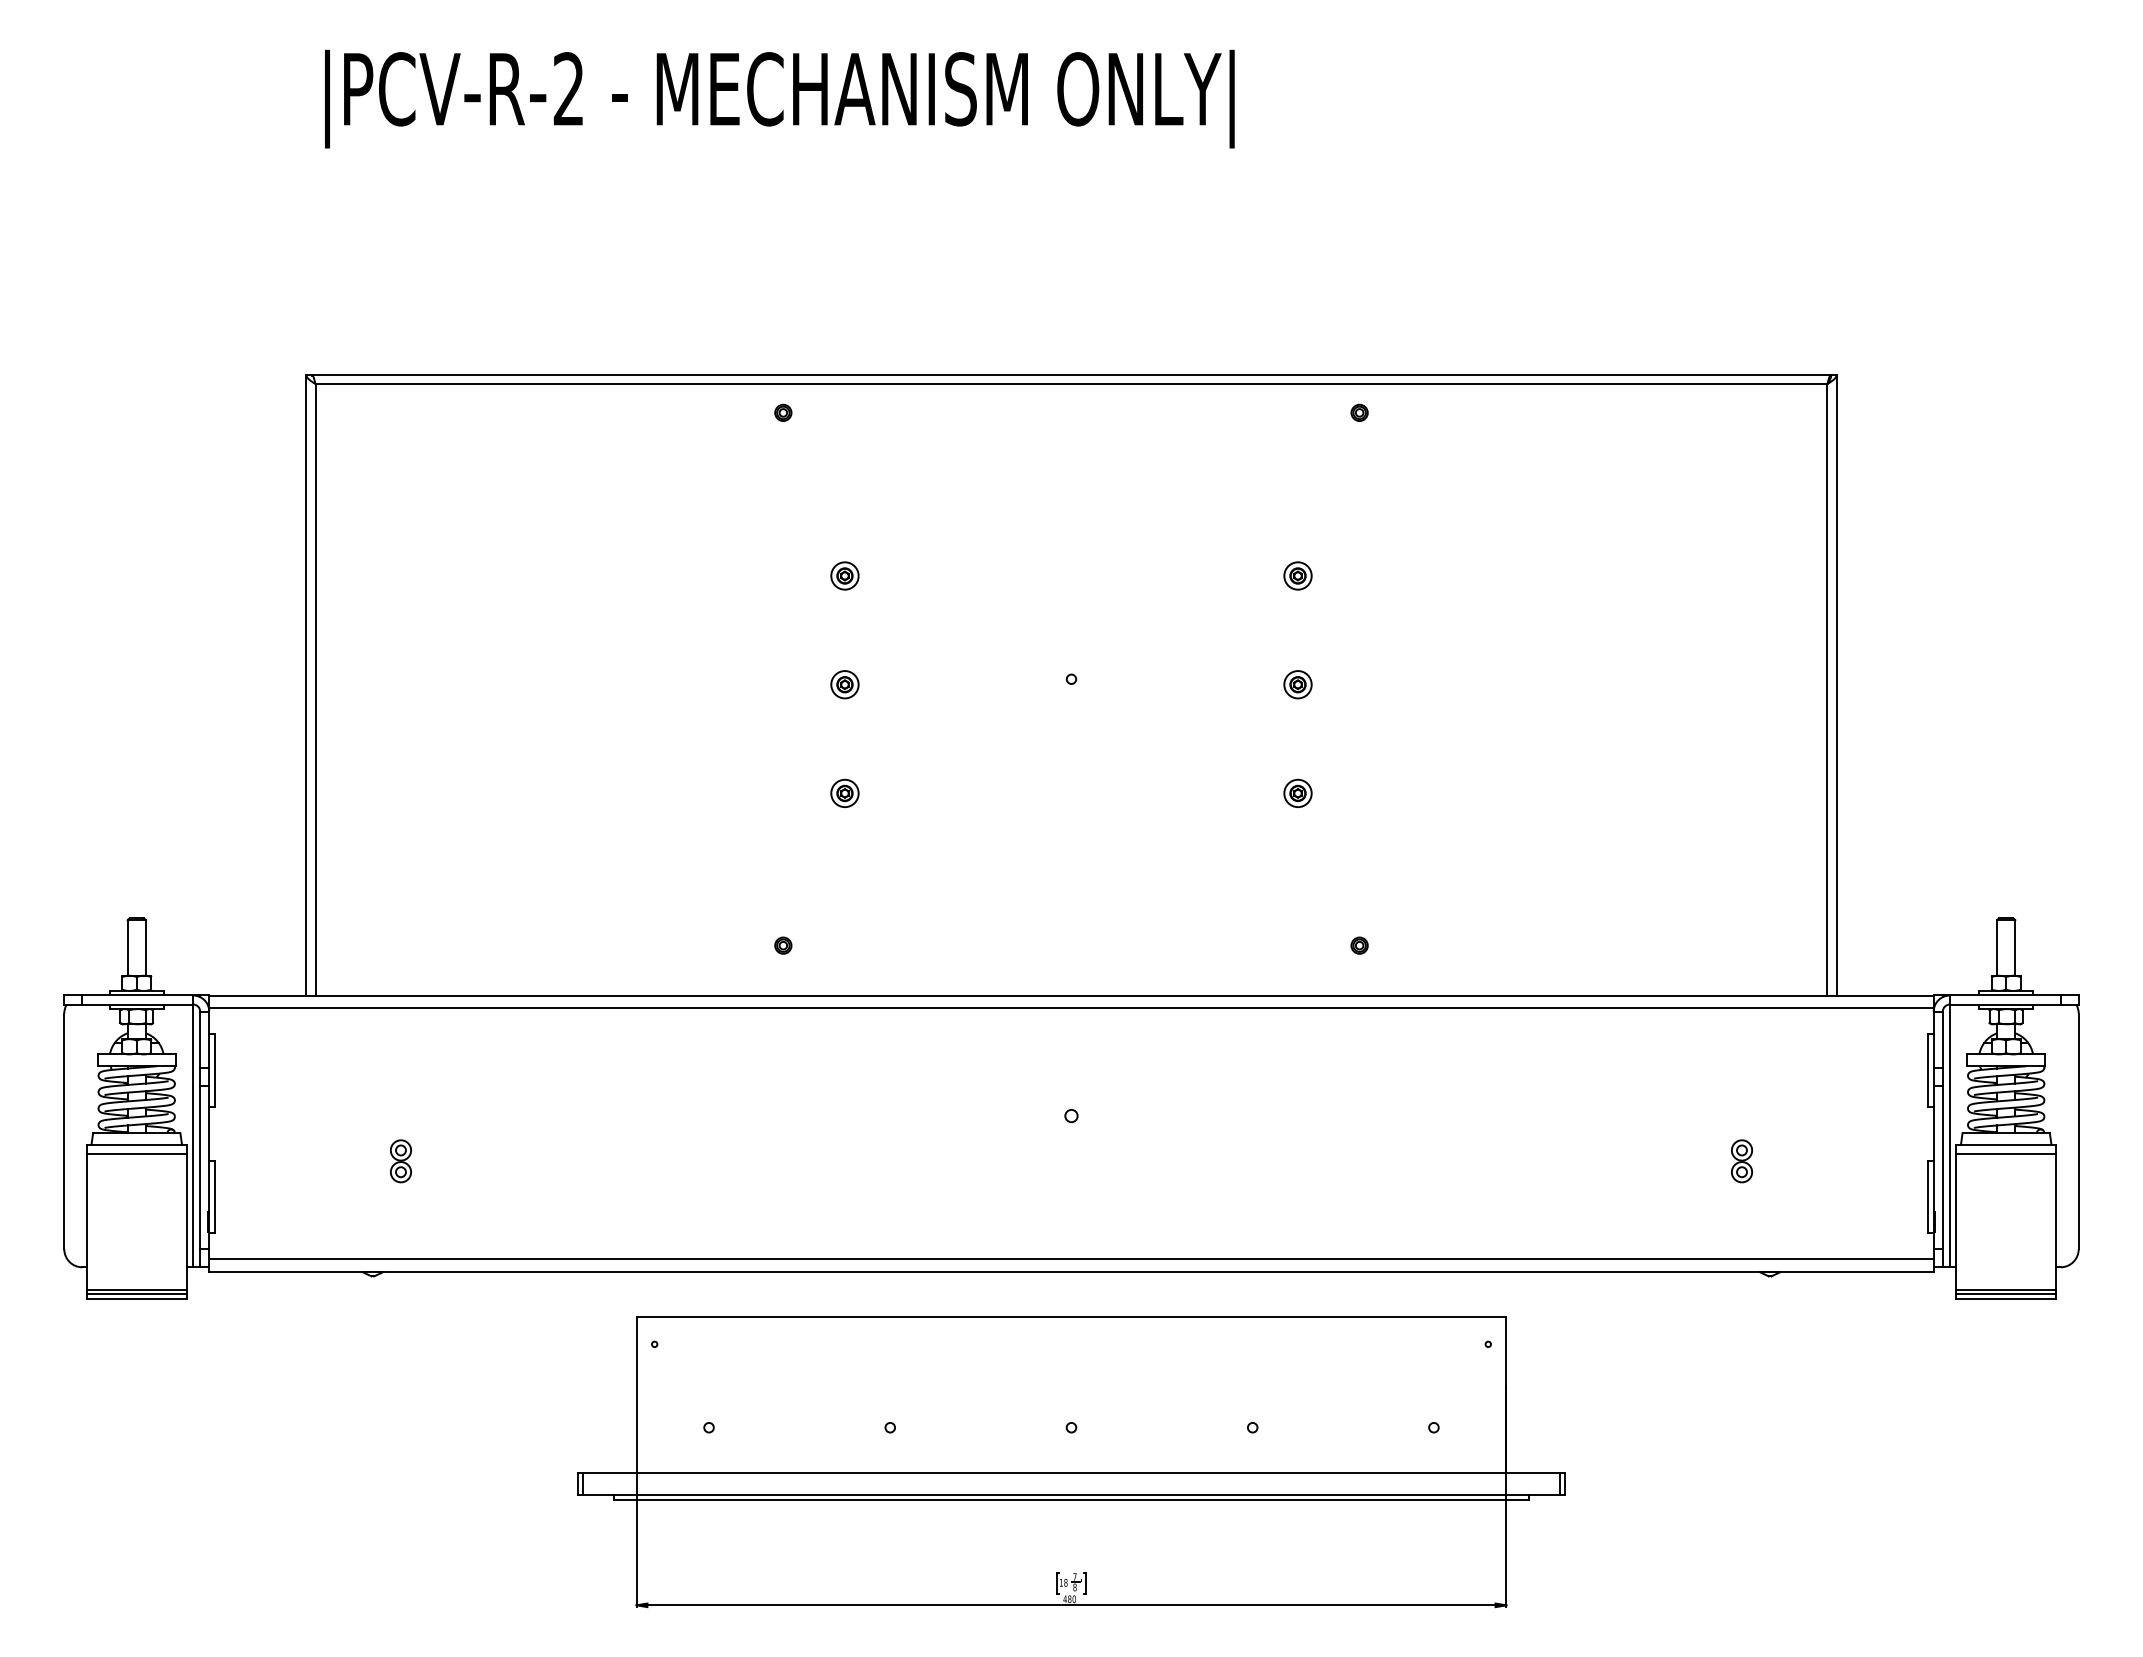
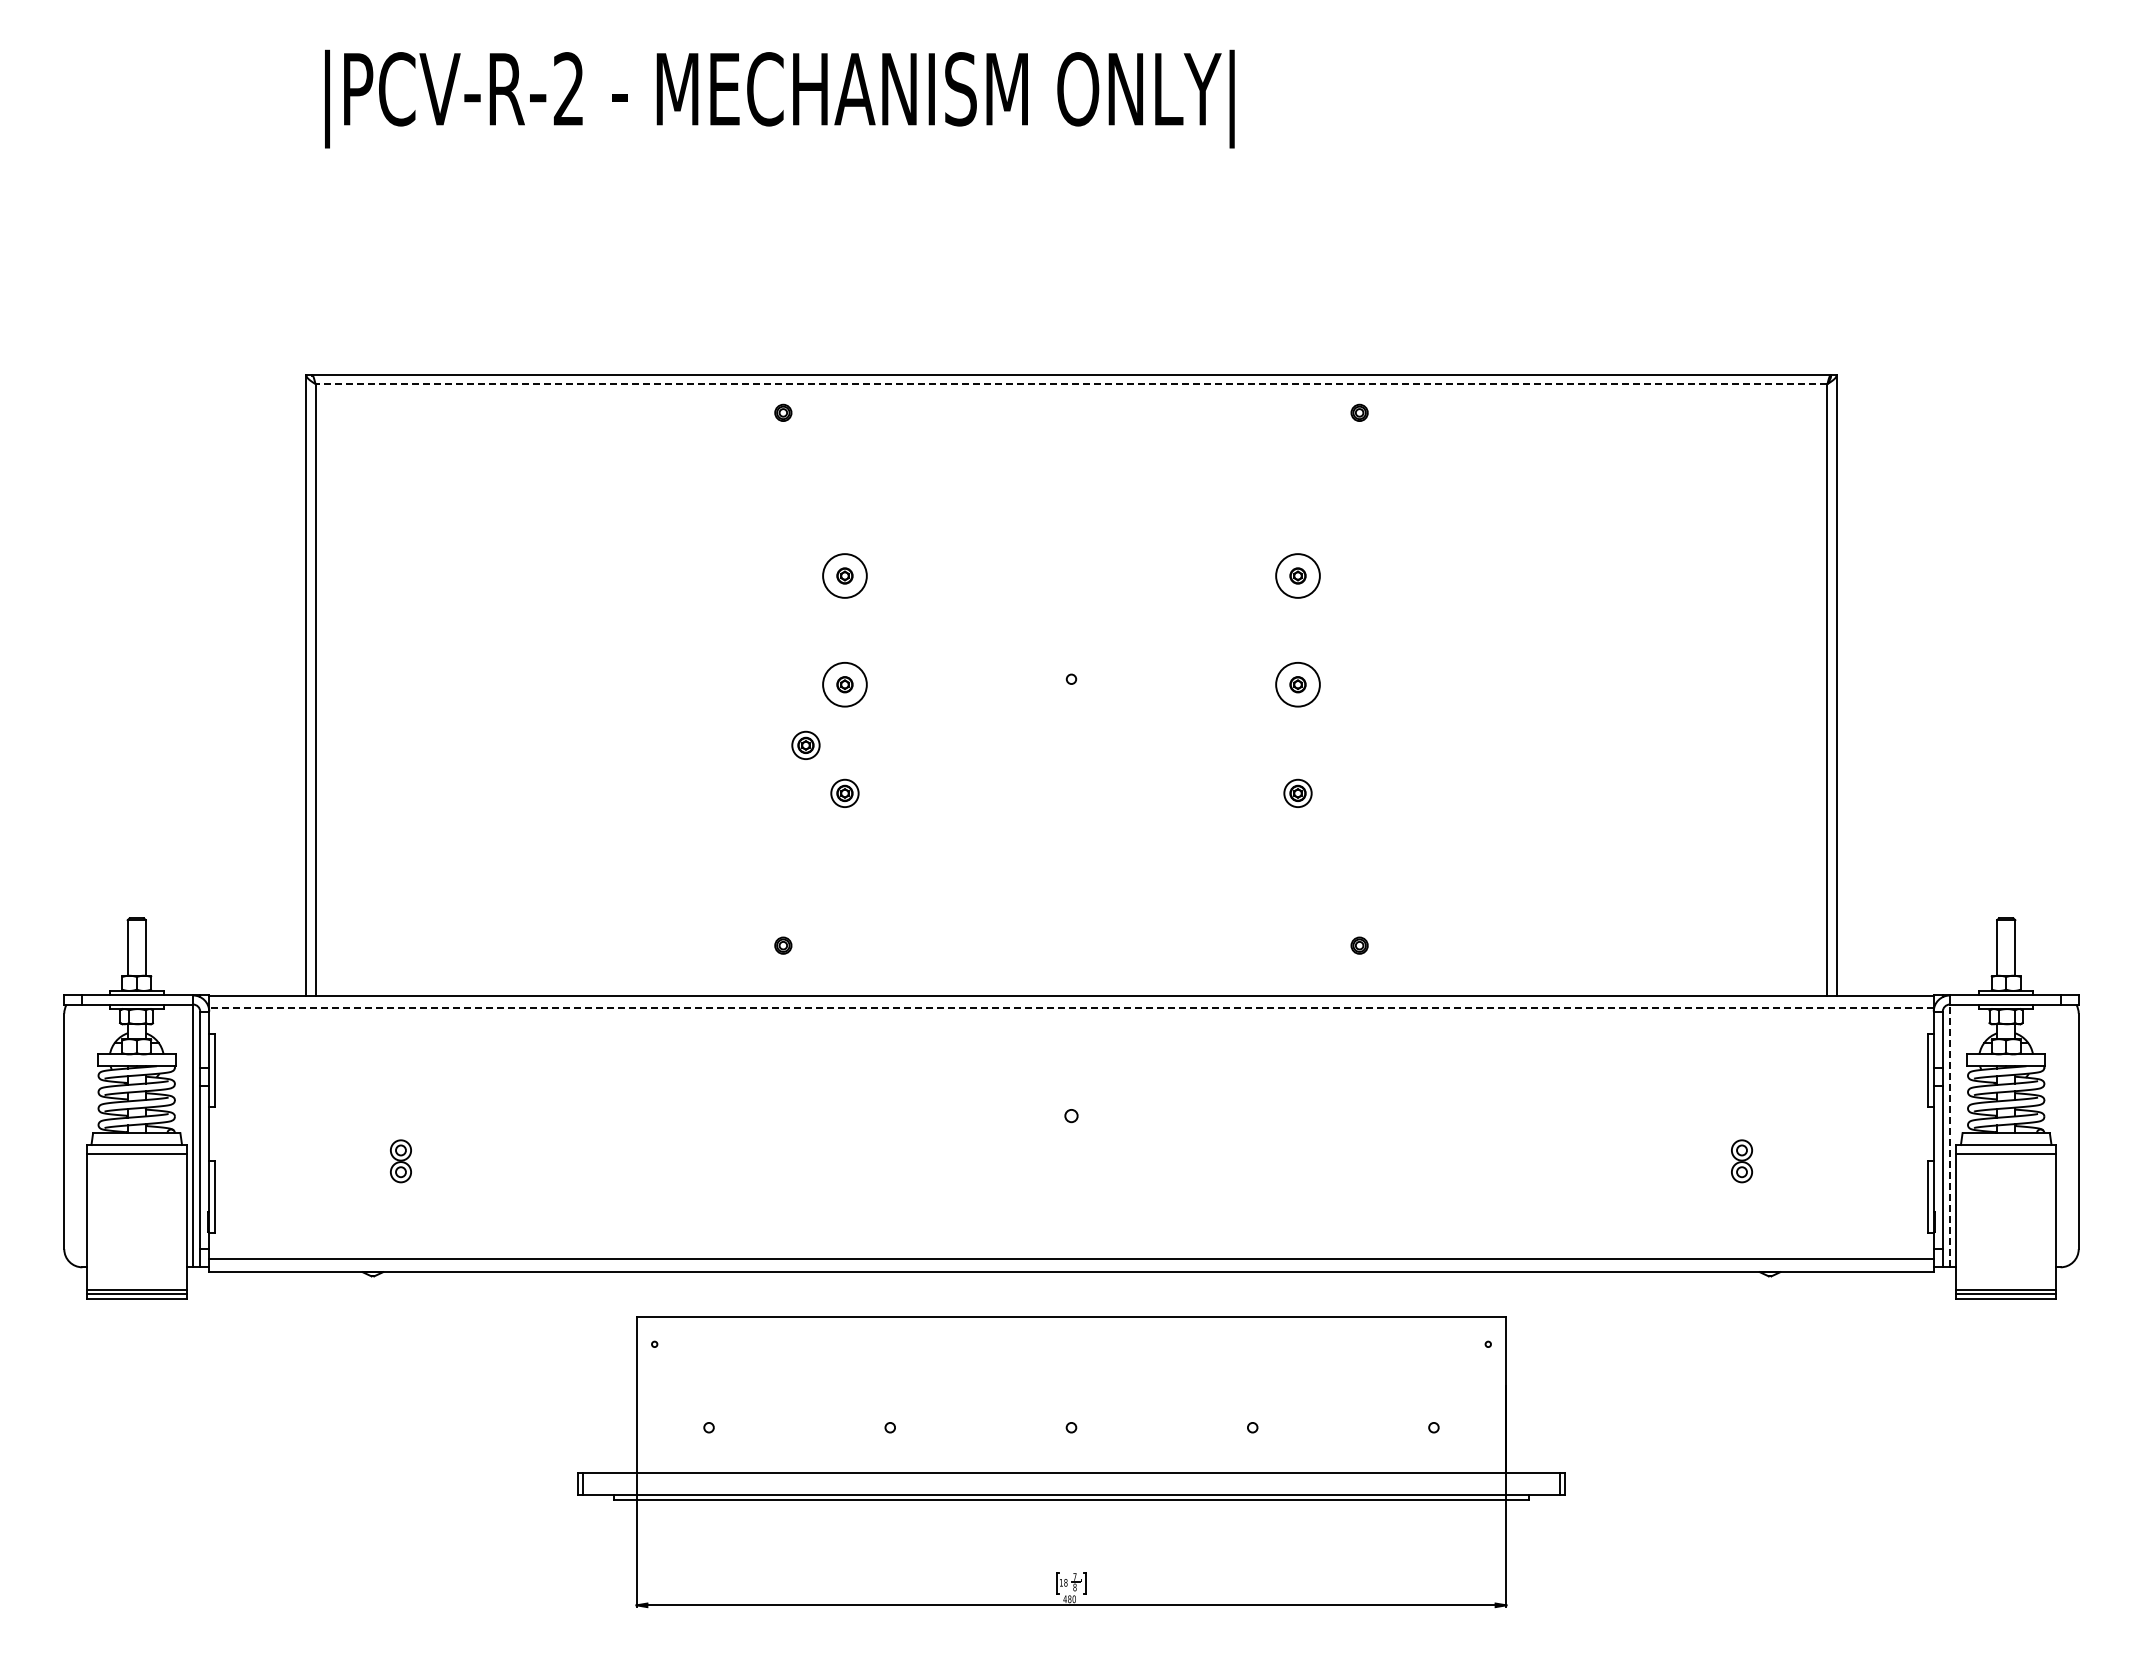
line at (1071, 384): solid -> dashed
circle at (844, 575) diameter: 27 px -> 44 px
circle at (1297, 575) diameter: 27 px -> 44 px
circle at (844, 684) diameter: 27 px -> 44 px
circle at (1297, 684) diameter: 27 px -> 44 px
part at (805, 744): none -> present
line at (1071, 1008): solid -> dashed
line at (1949, 1135): solid -> dashed
